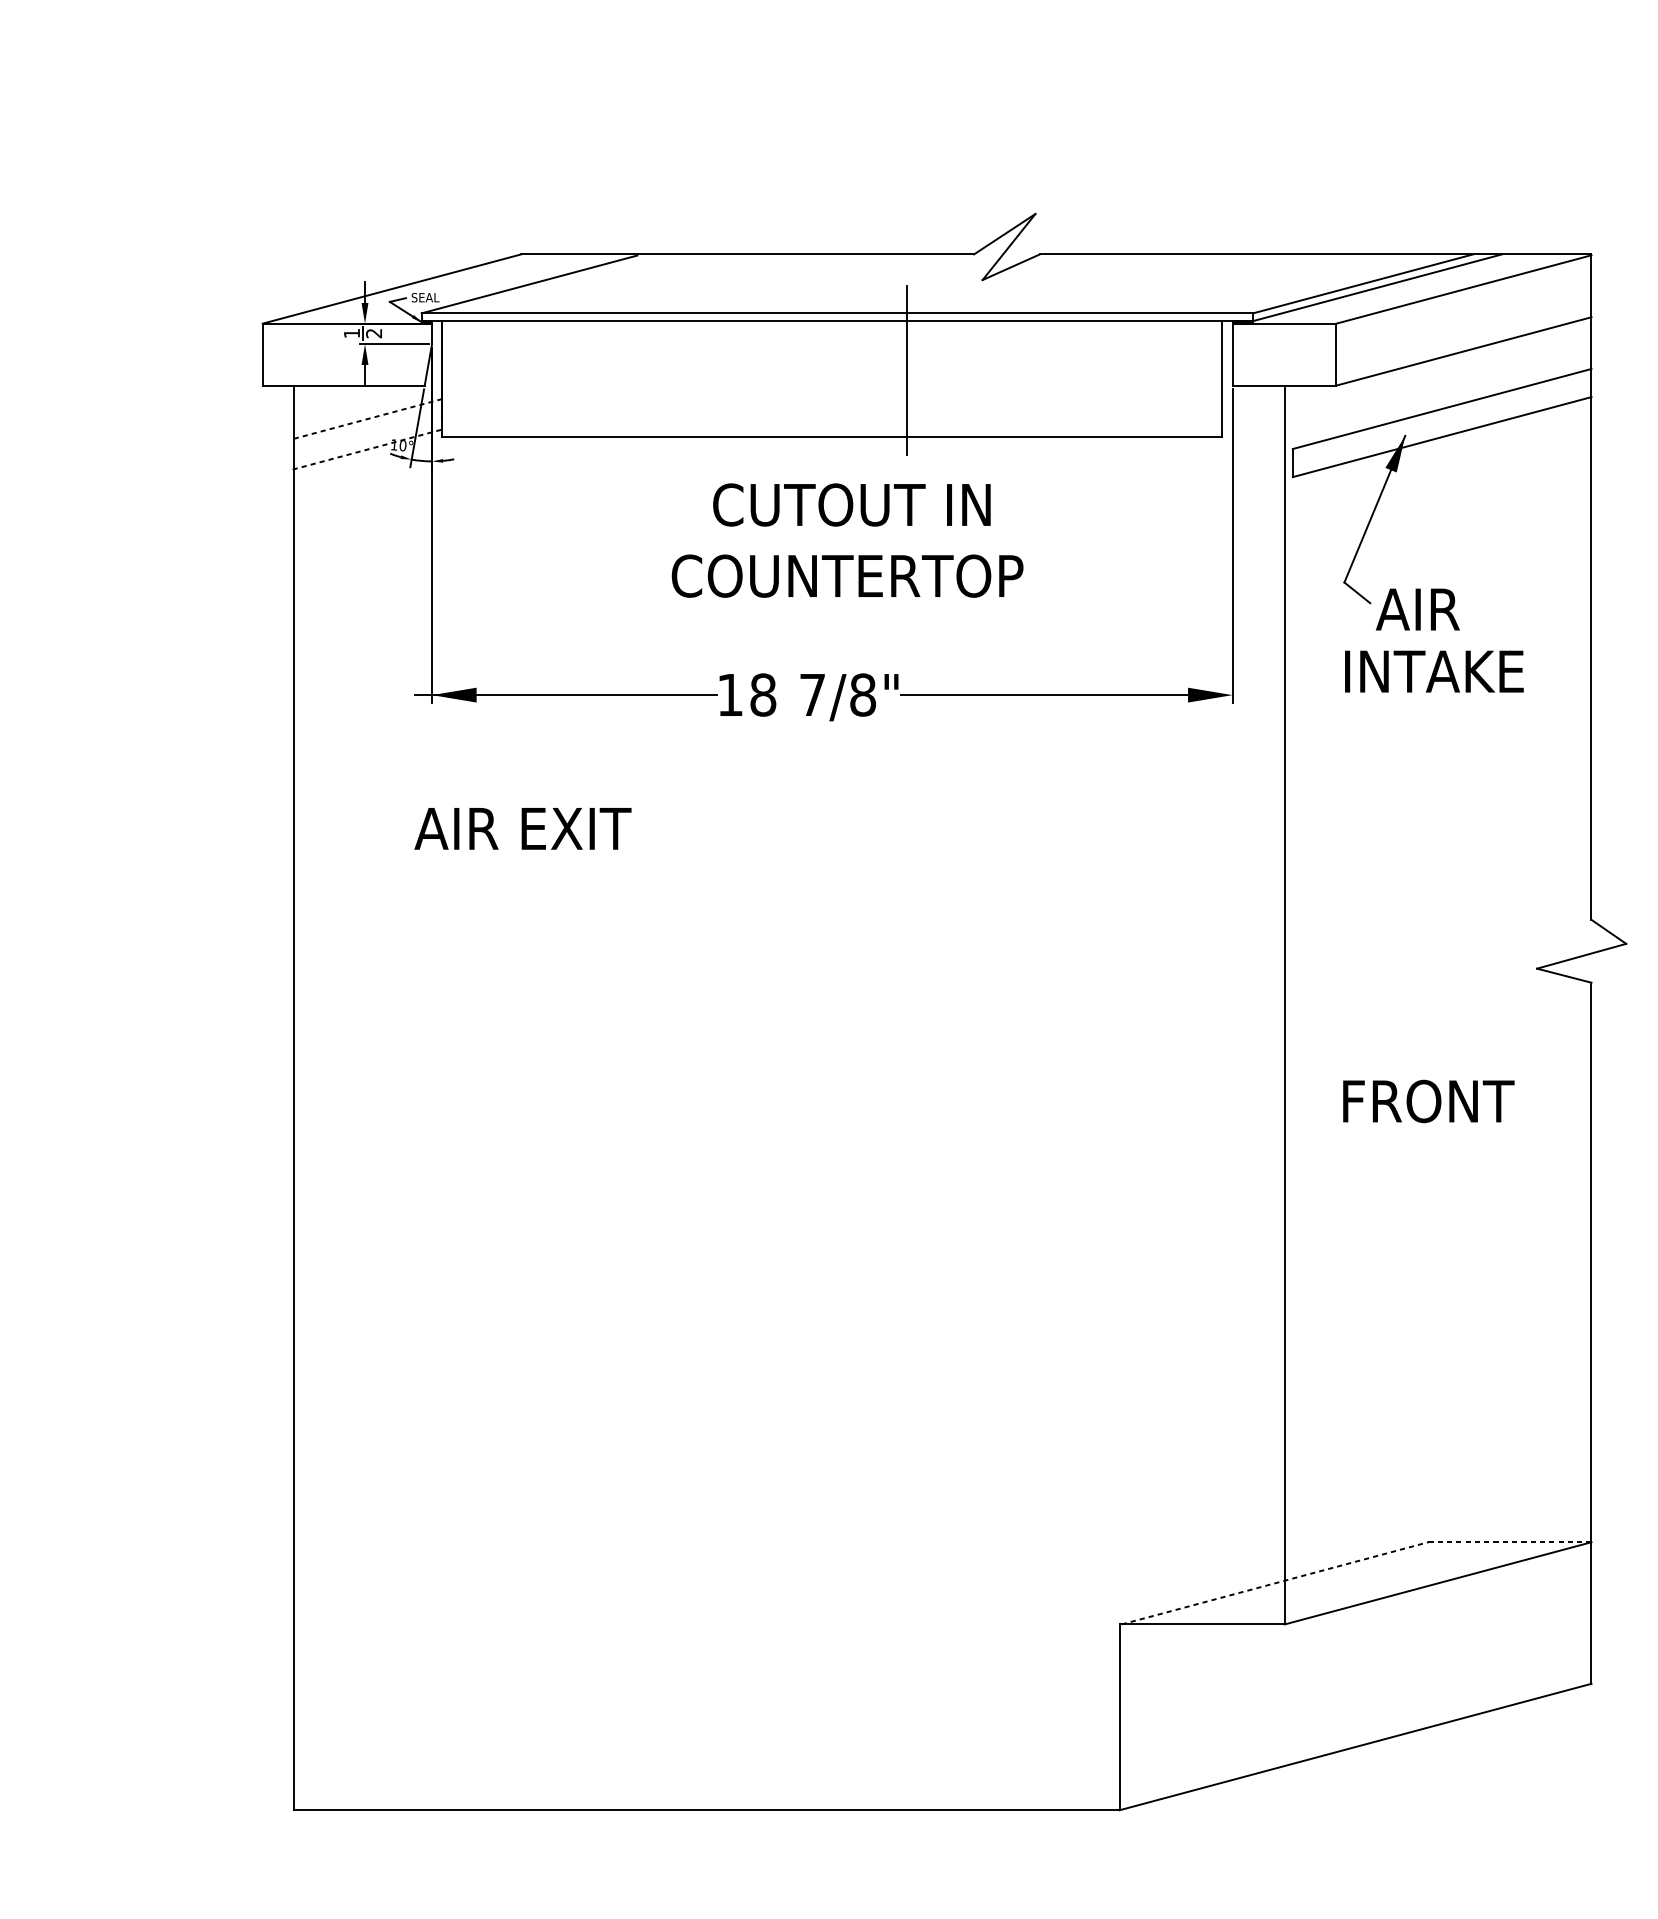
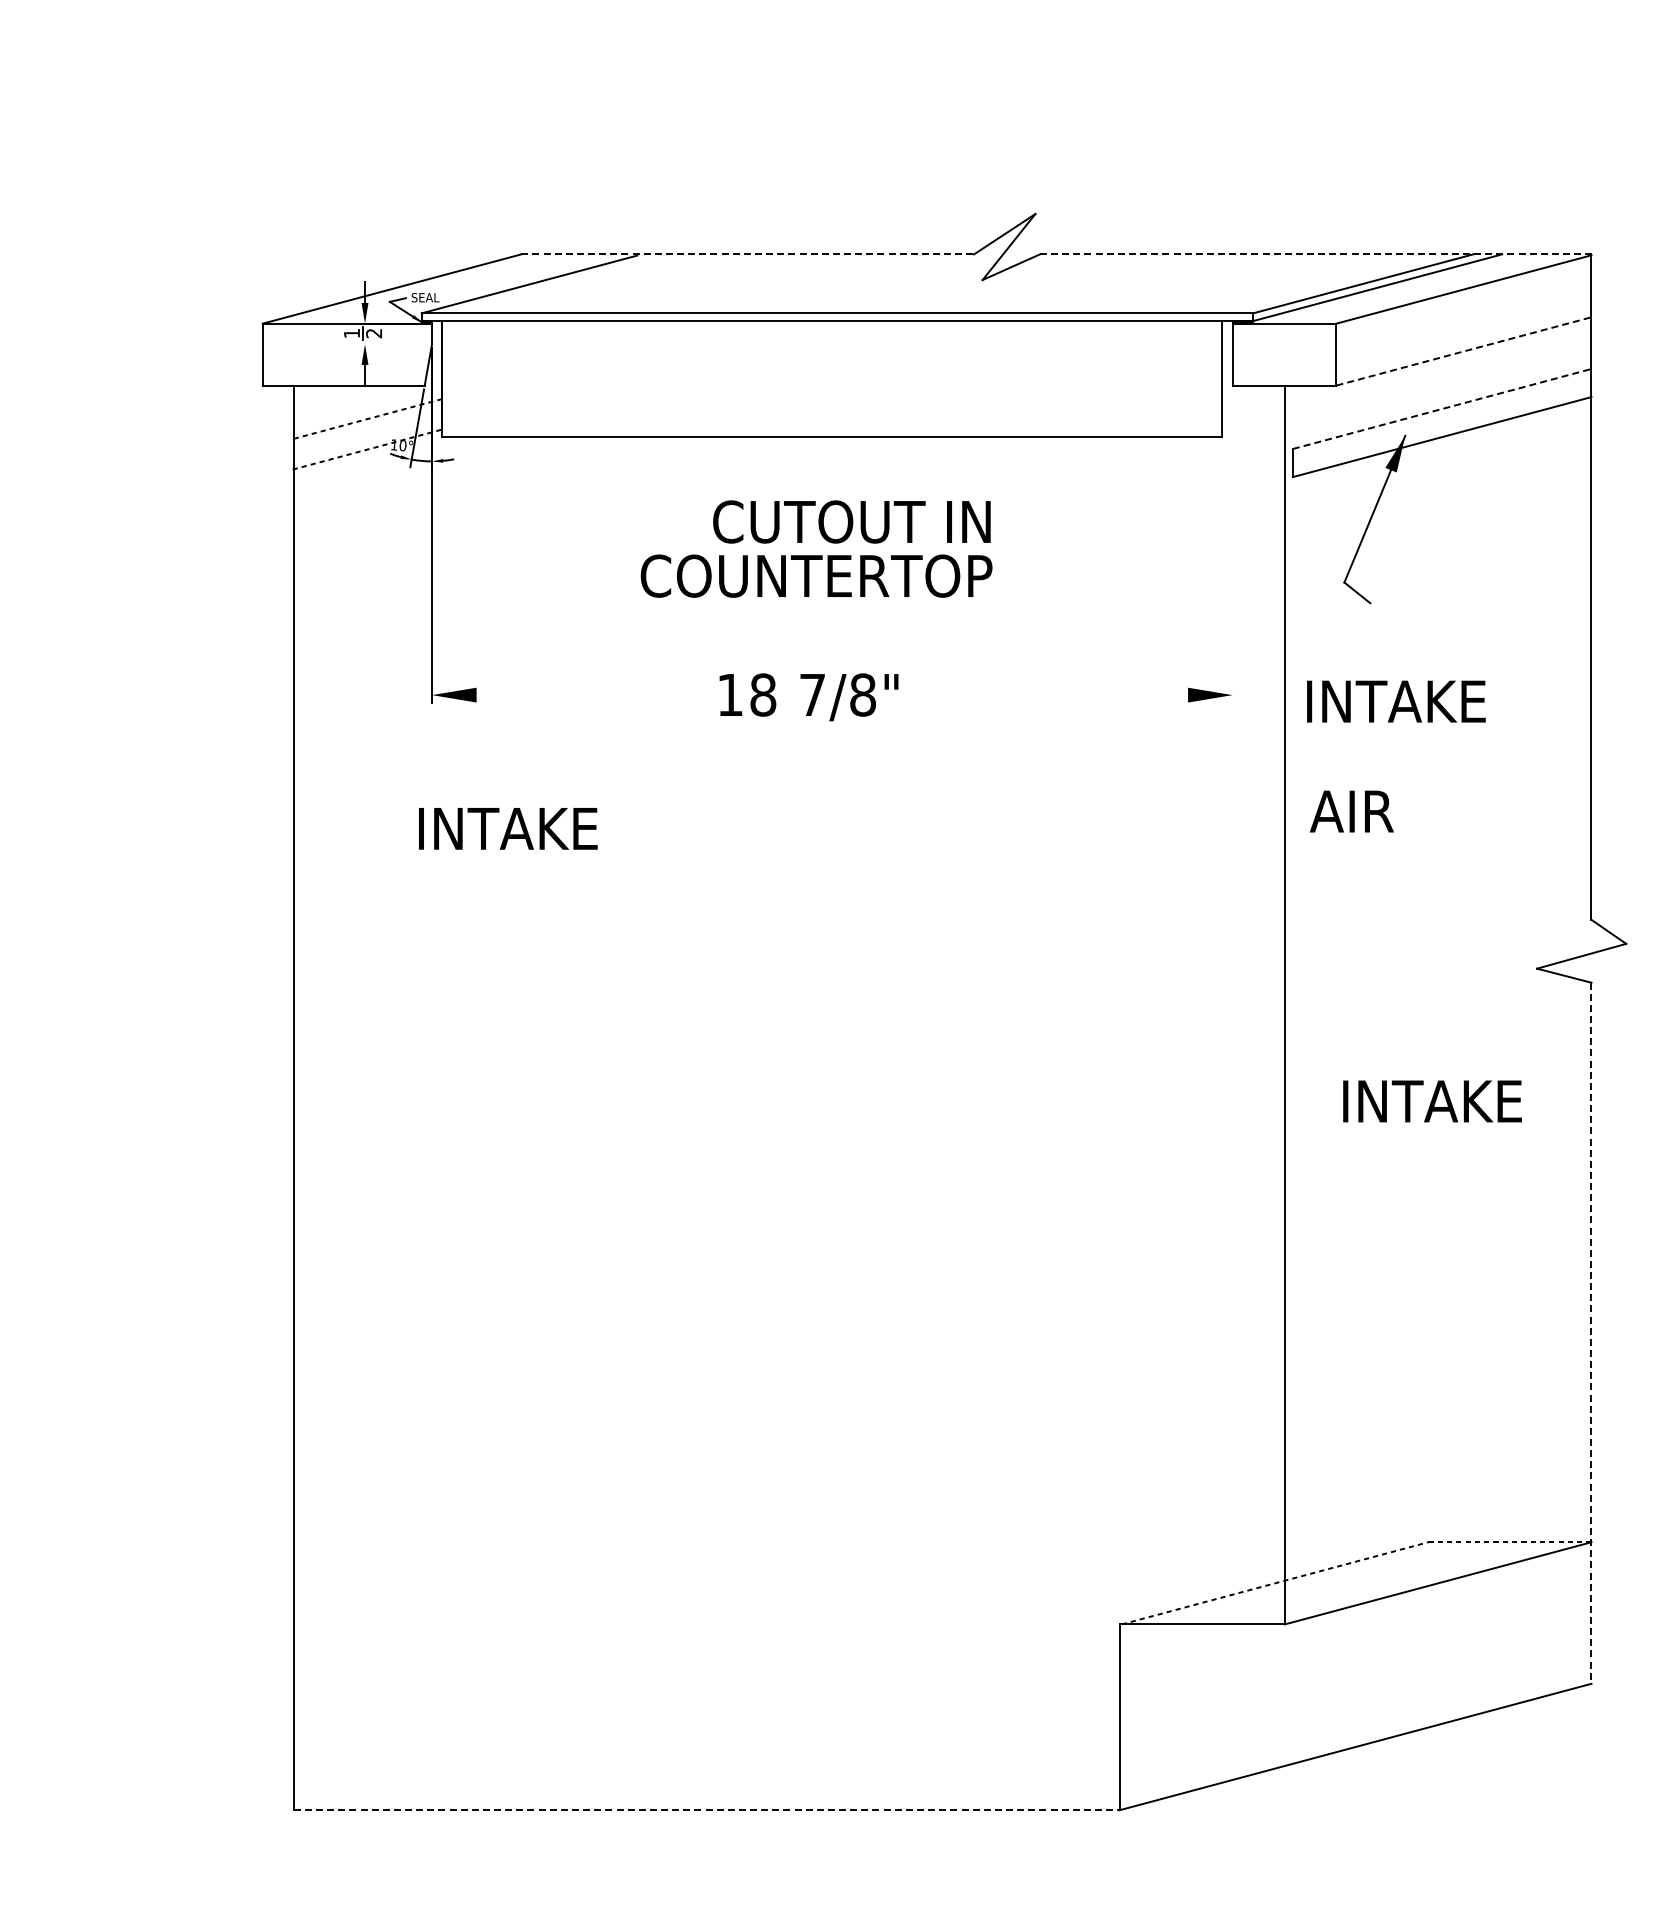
line at (748, 254): solid -> dashed
line at (1315, 254): solid -> dashed
line at (394, 344): present -> none
line at (1464, 351): solid -> dashed
line at (907, 370): present -> none
line at (1442, 409): solid -> dashed
text at (851, 504) position: (851, 504) -> (851, 521)
line at (1232, 545): present -> none
text at (847, 575) position: (847, 575) -> (816, 575)
text at (1417, 609) position: (1417, 609) -> (1351, 811)
text at (1434, 671) position: (1434, 671) -> (1396, 701)
line at (565, 695): present -> none
line at (1061, 695): present -> none
text at (522, 828): AIR EXIT -> INTAKE
text at (1434, 1101): FRONT -> INTAKE
line at (1591, 1333): solid -> dashed
line at (706, 1810): solid -> dashed
